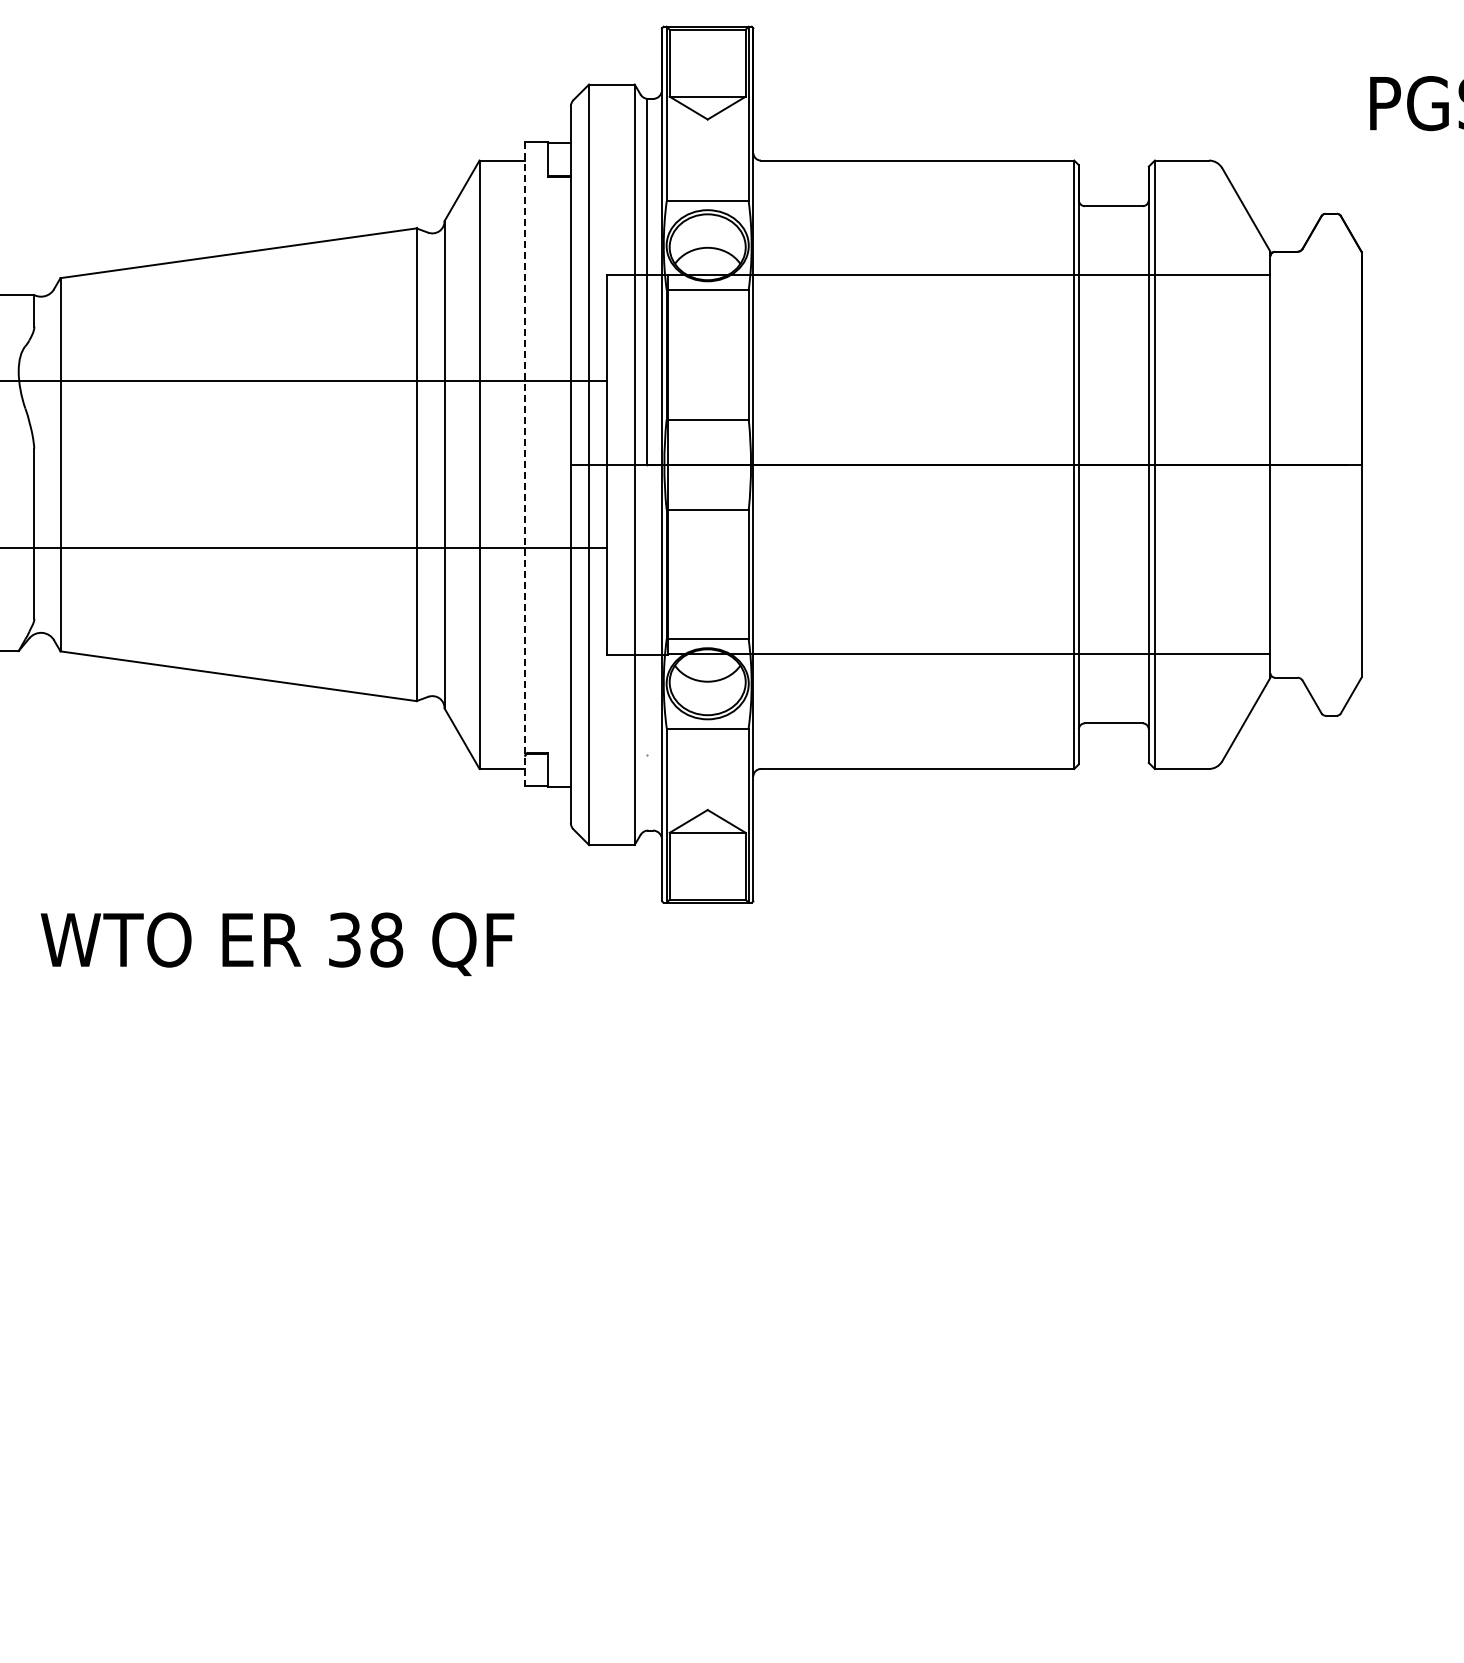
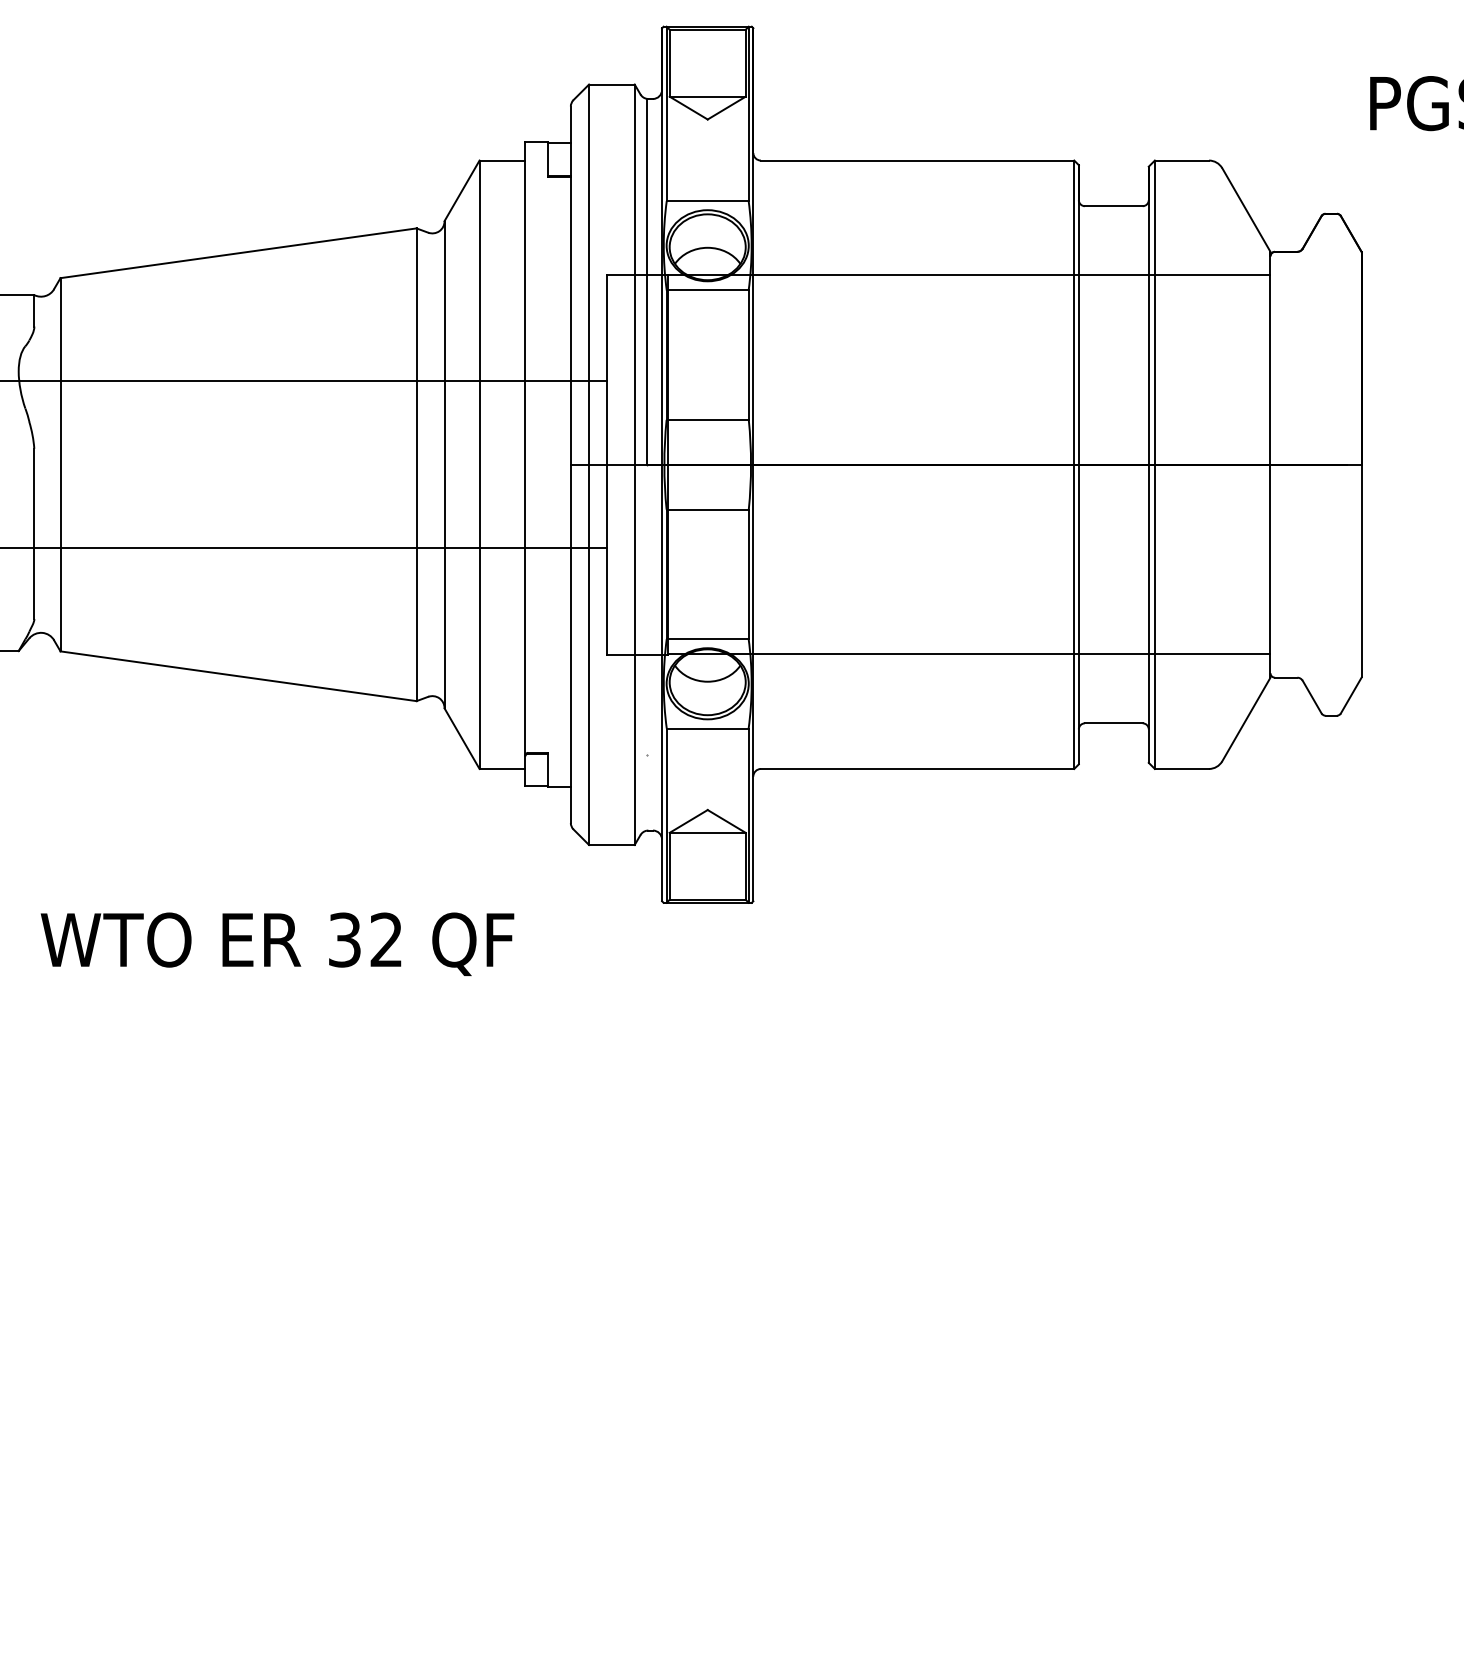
line at (525, 464): dashed -> solid
text at (386, 939): 38 -> 32
